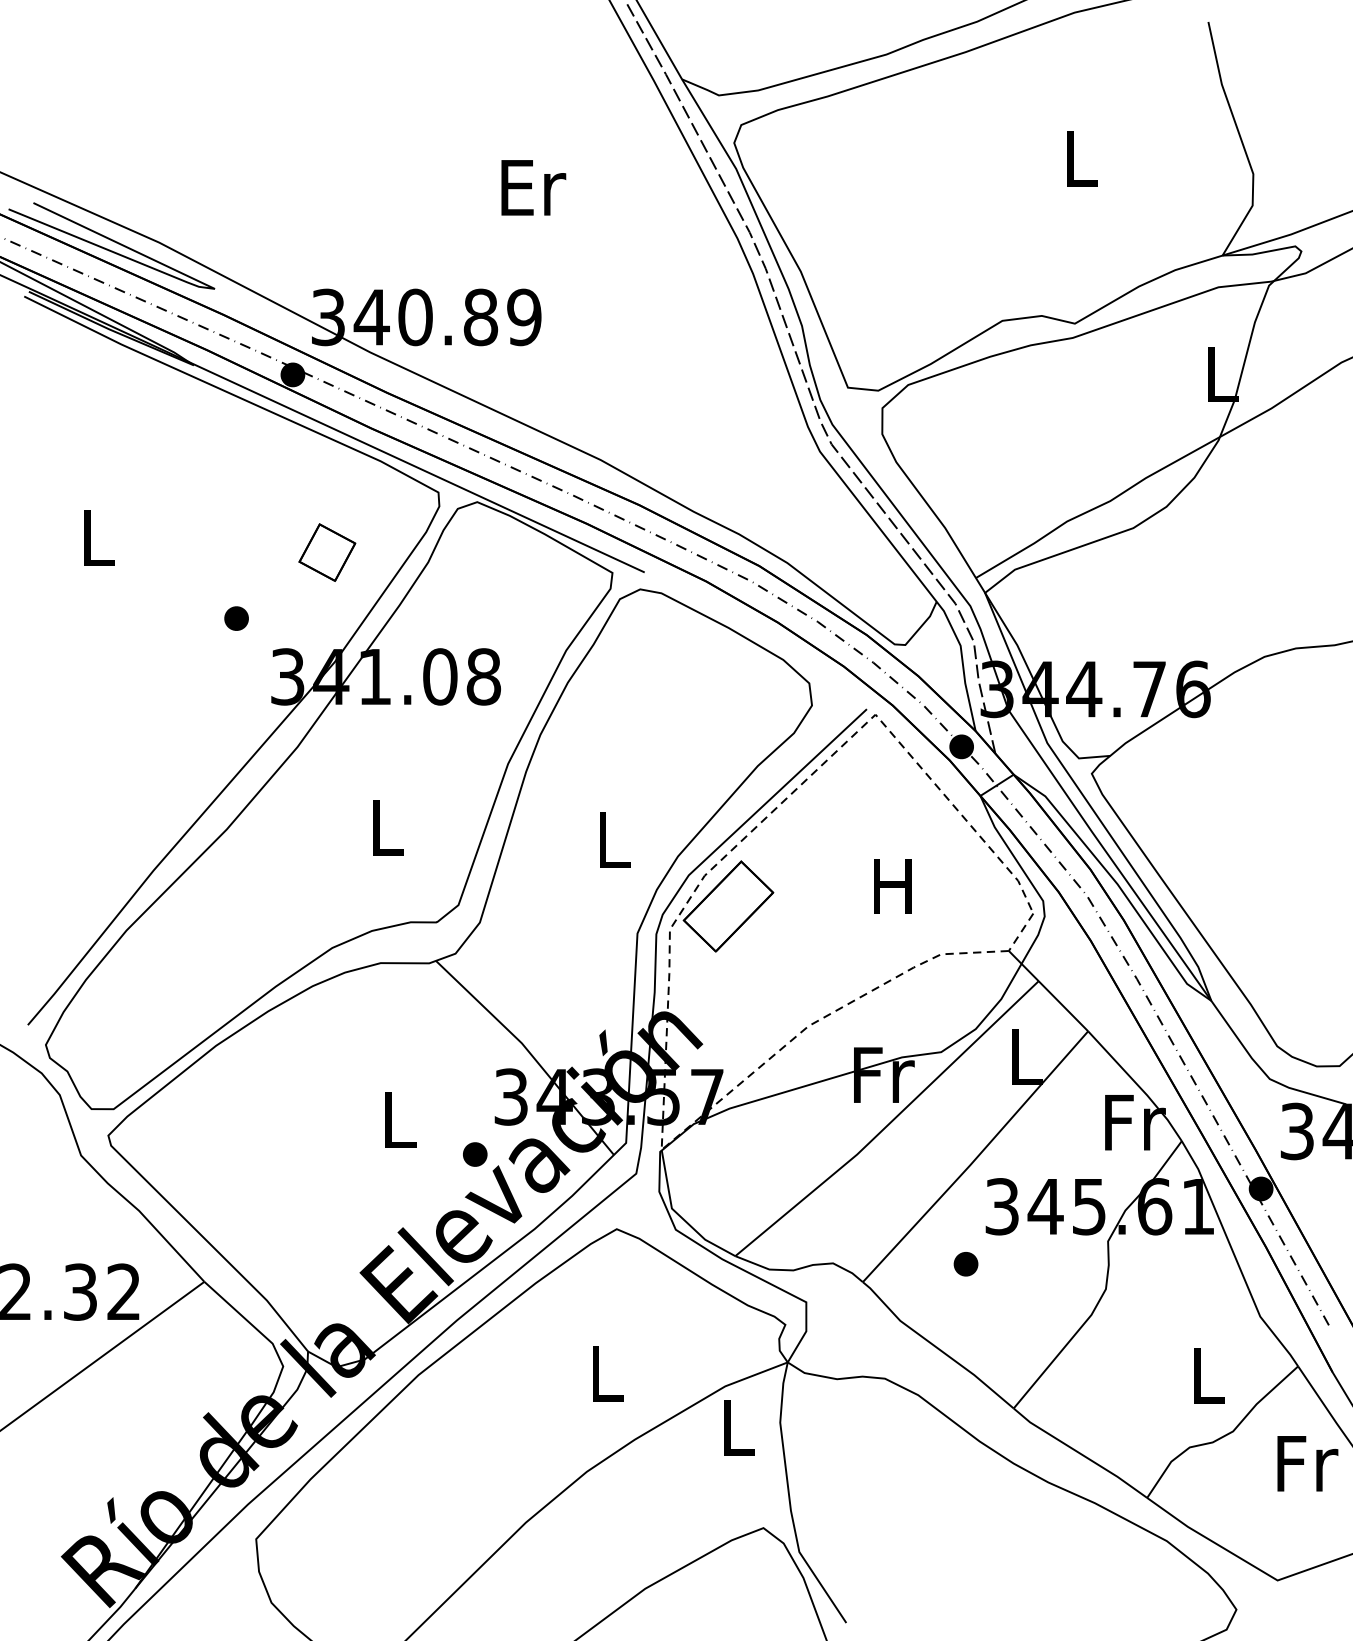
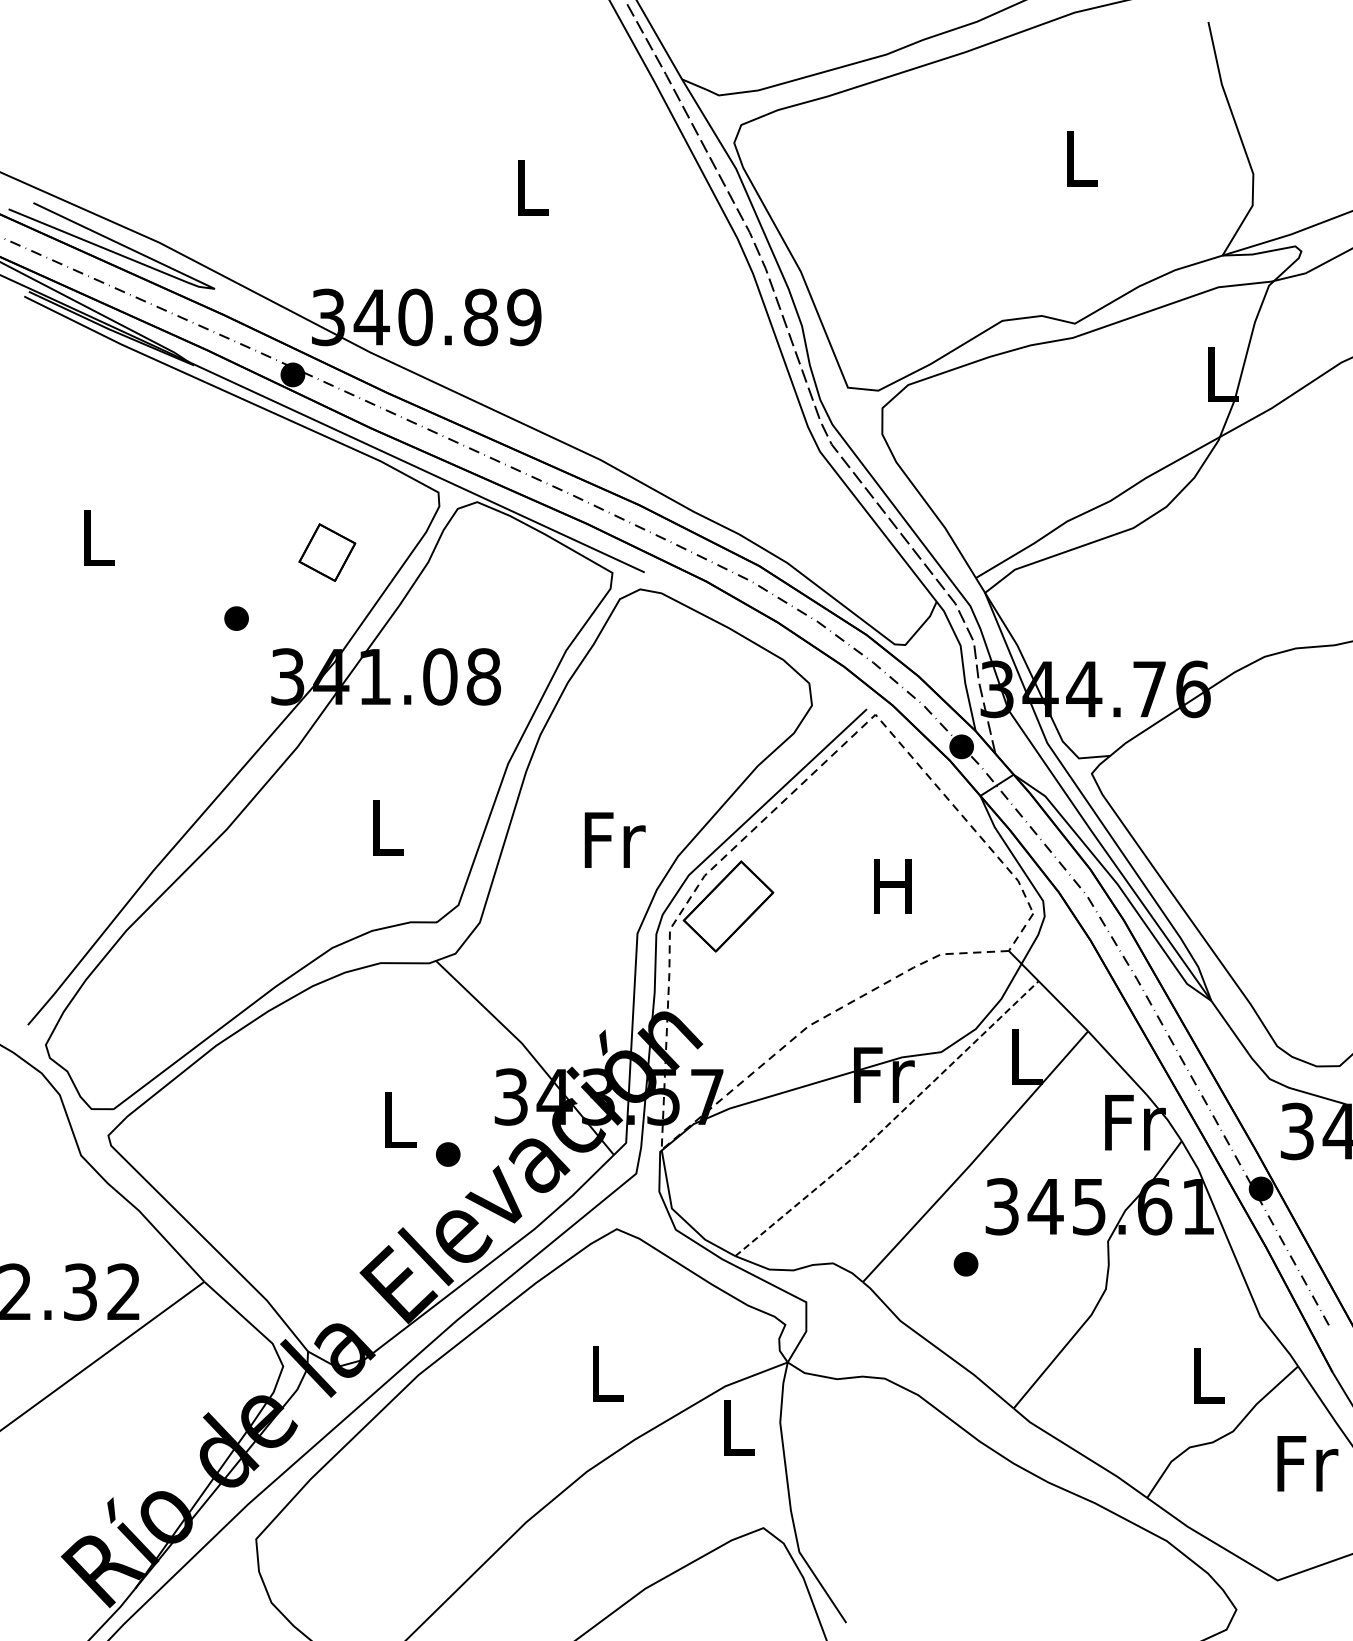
text at (533, 187): Er -> L
text at (614, 839): L -> Fr
line at (890, 1122): solid -> dashed
part at (475, 1154) position: (475, 1154) -> (448, 1154)
